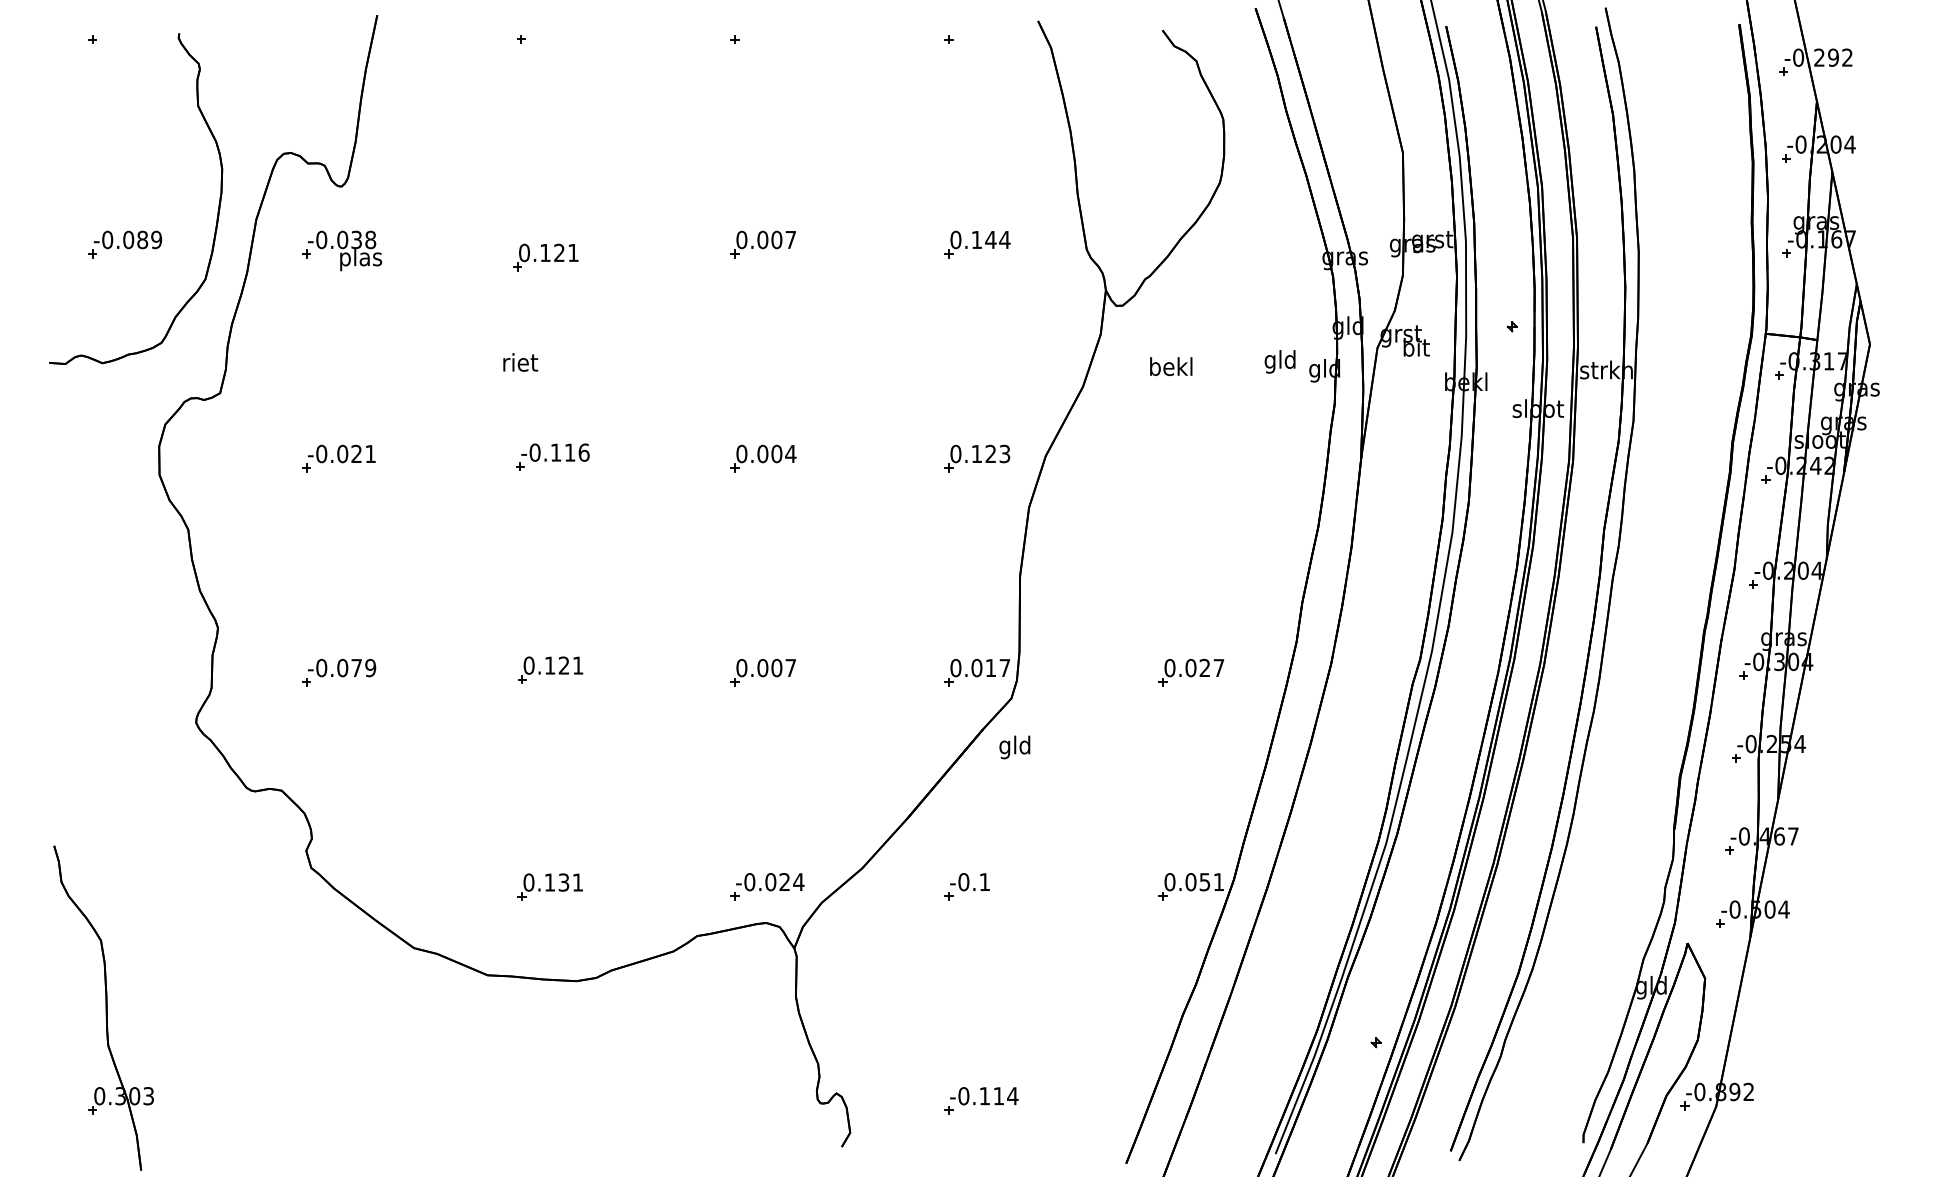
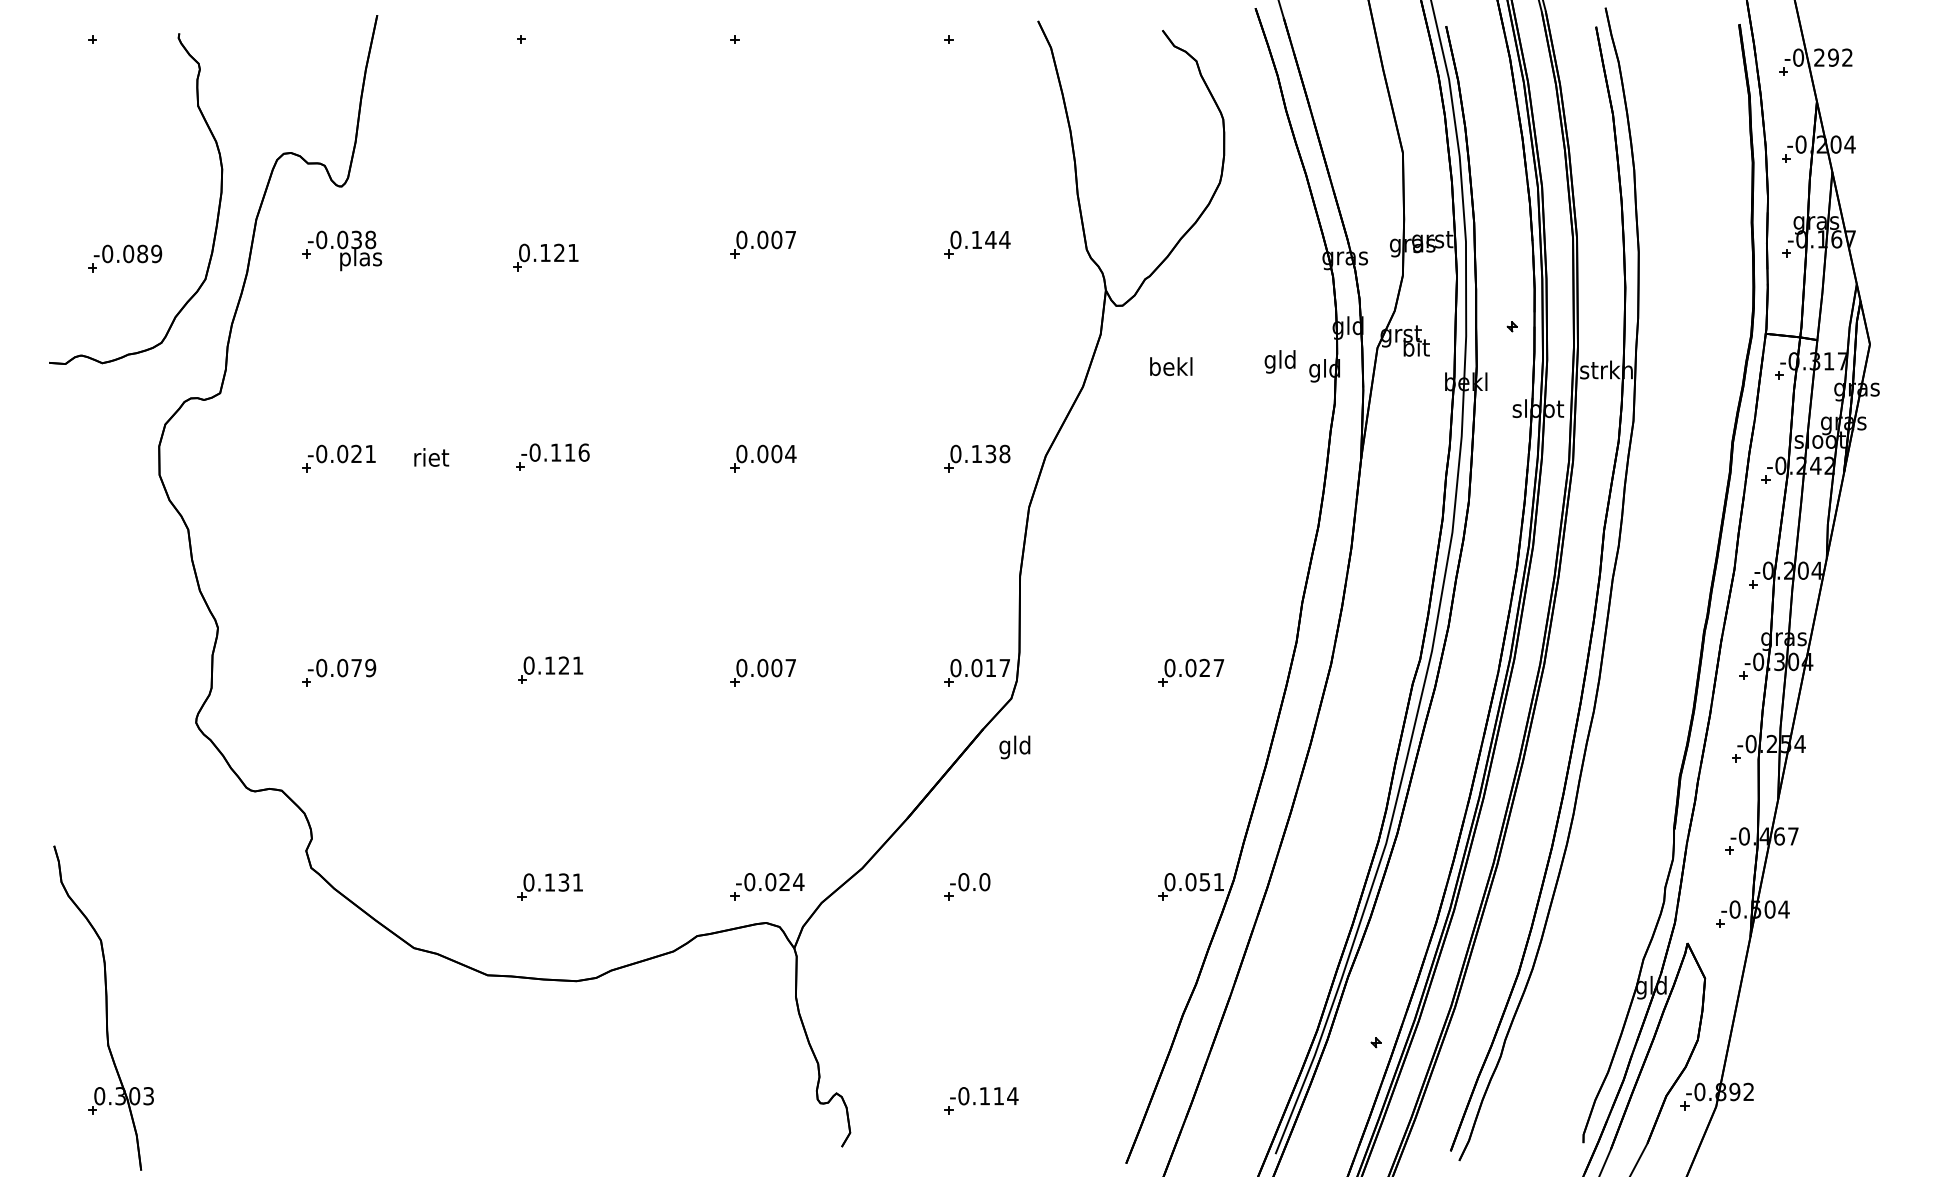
part at (125, 244) position: (125, 244) -> (125, 258)
text at (520, 362) position: (520, 362) -> (431, 457)
text at (997, 453): 0.123 -> 0.138
text at (984, 882): -0.1 -> -0.0
